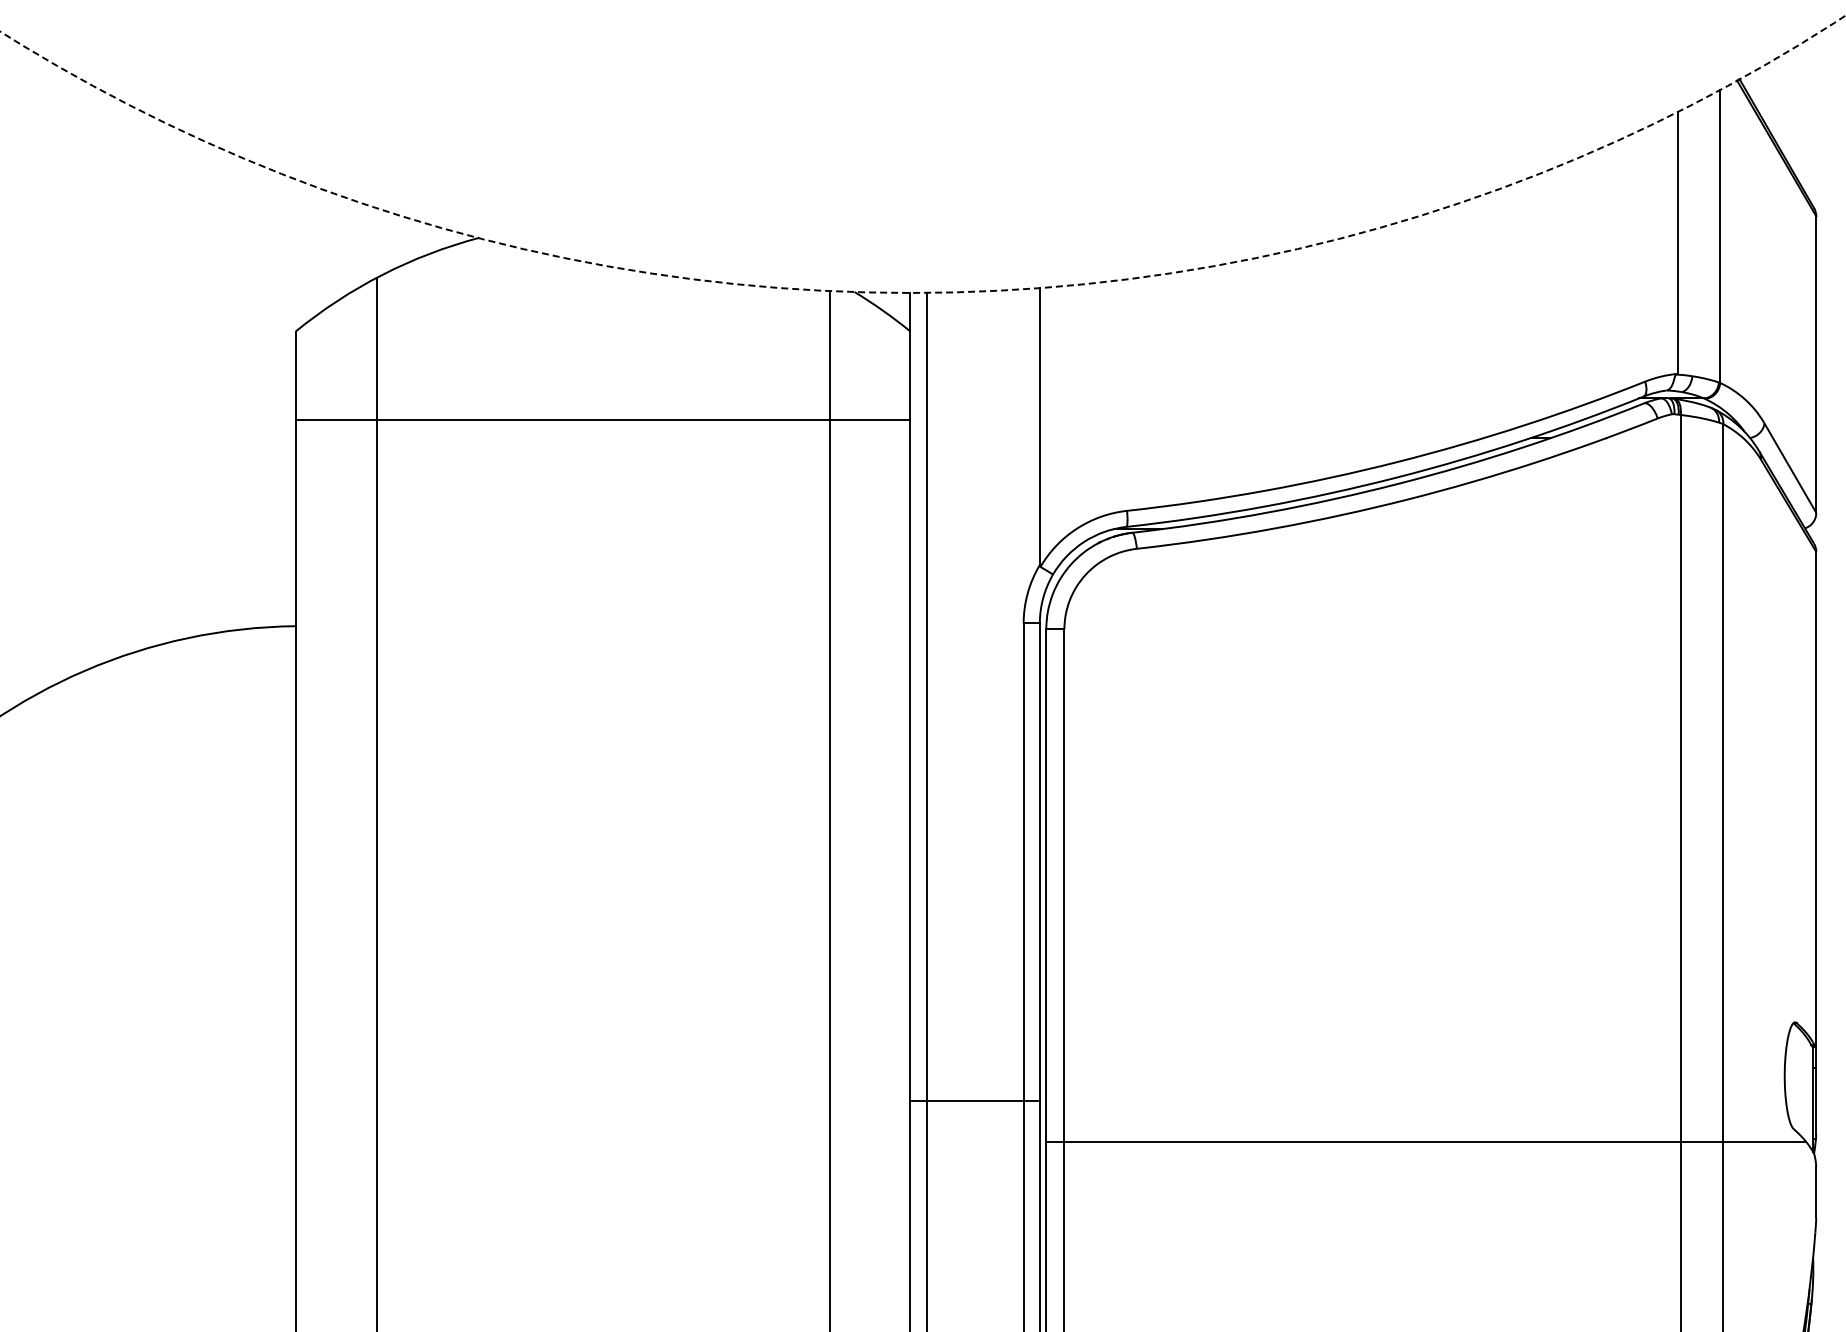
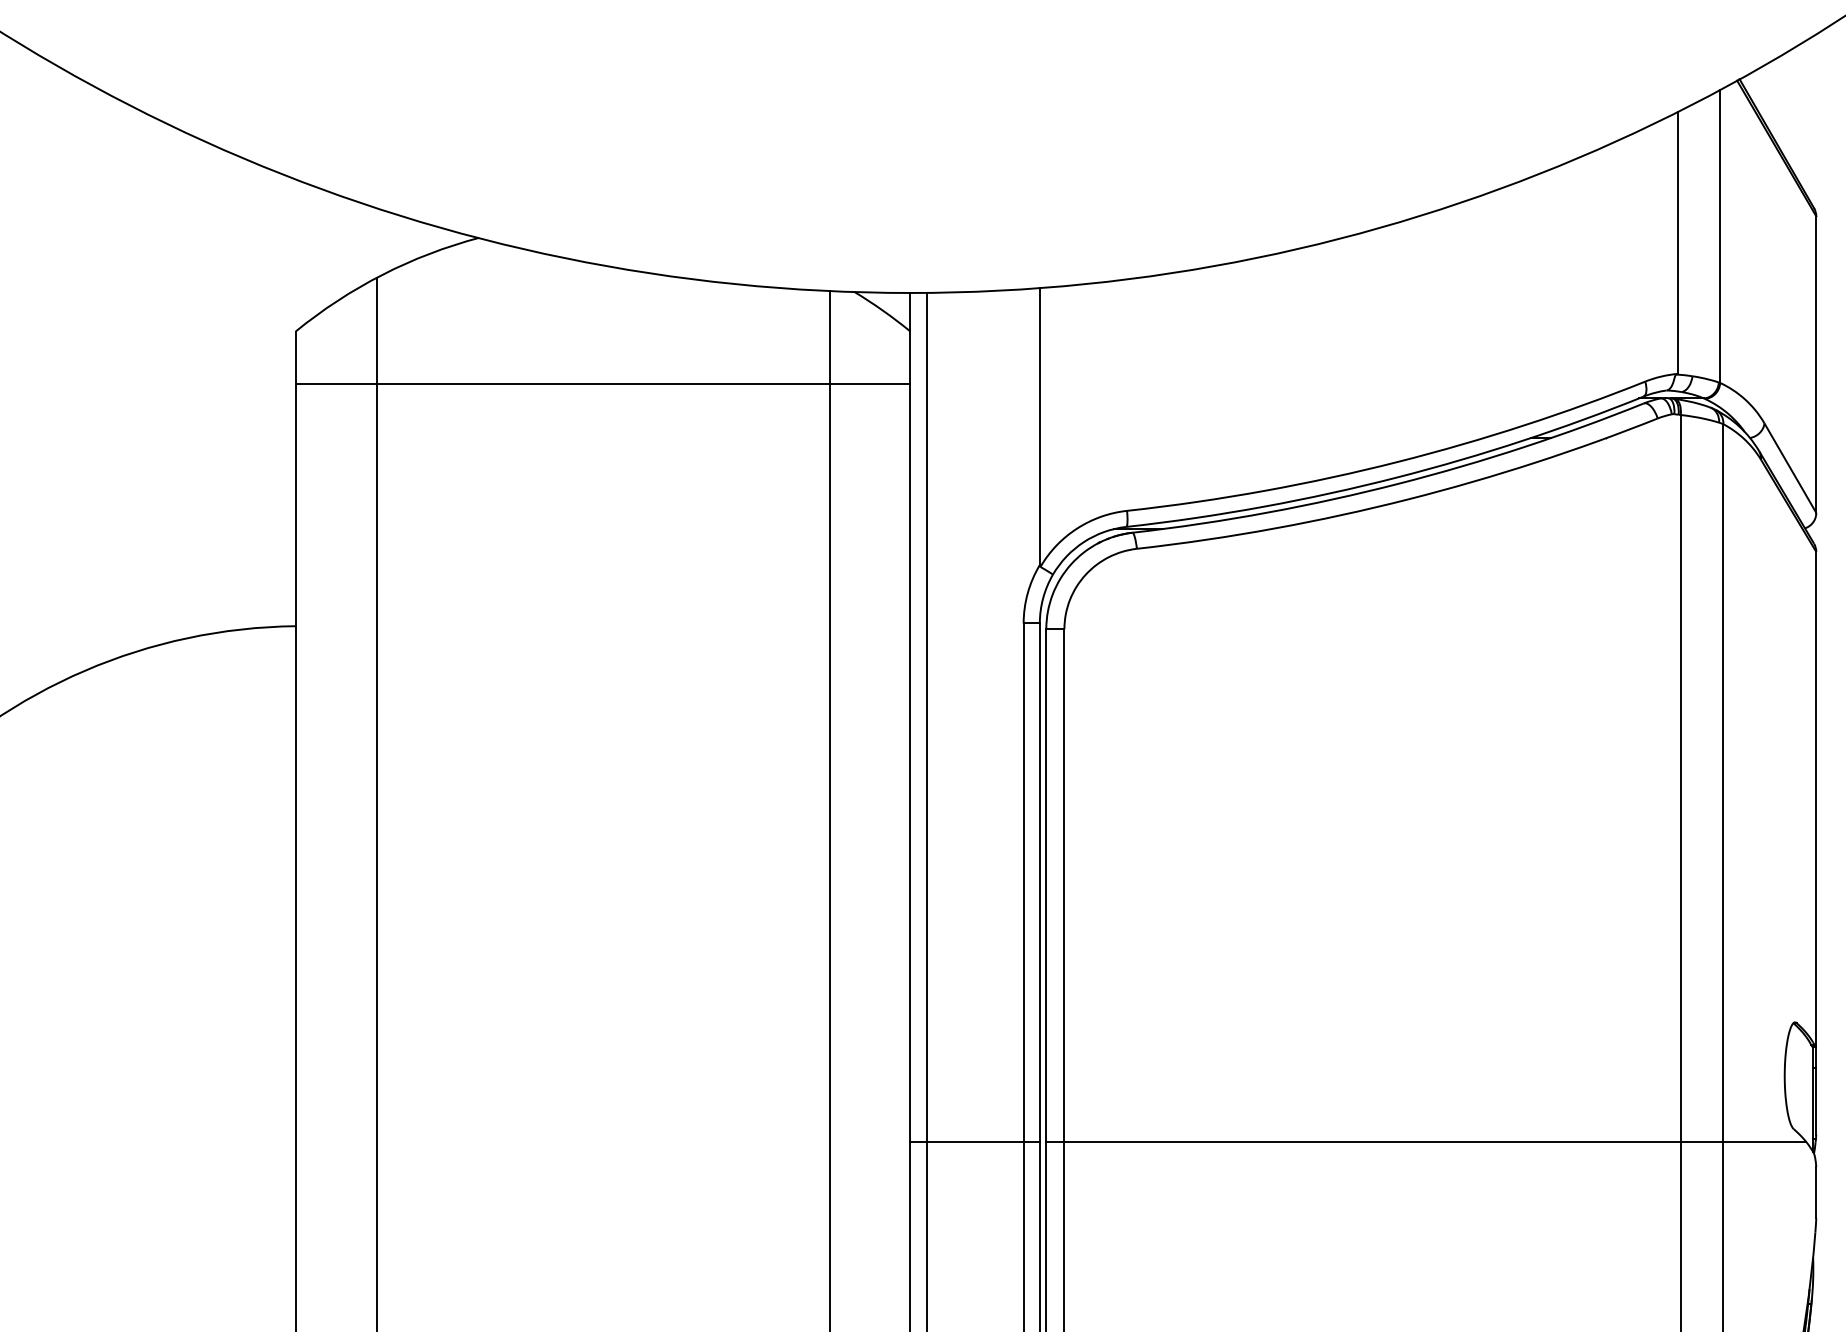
circle at (922, 153): dashed -> solid
line at (602, 419) position: (602, 419) -> (602, 383)
line at (974, 1101) position: (974, 1101) -> (974, 1142)
